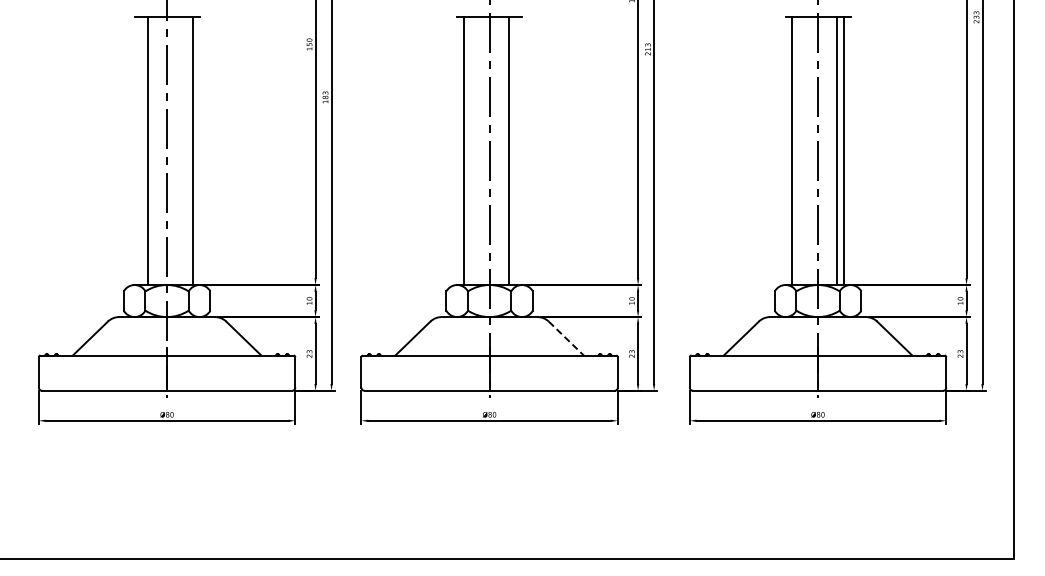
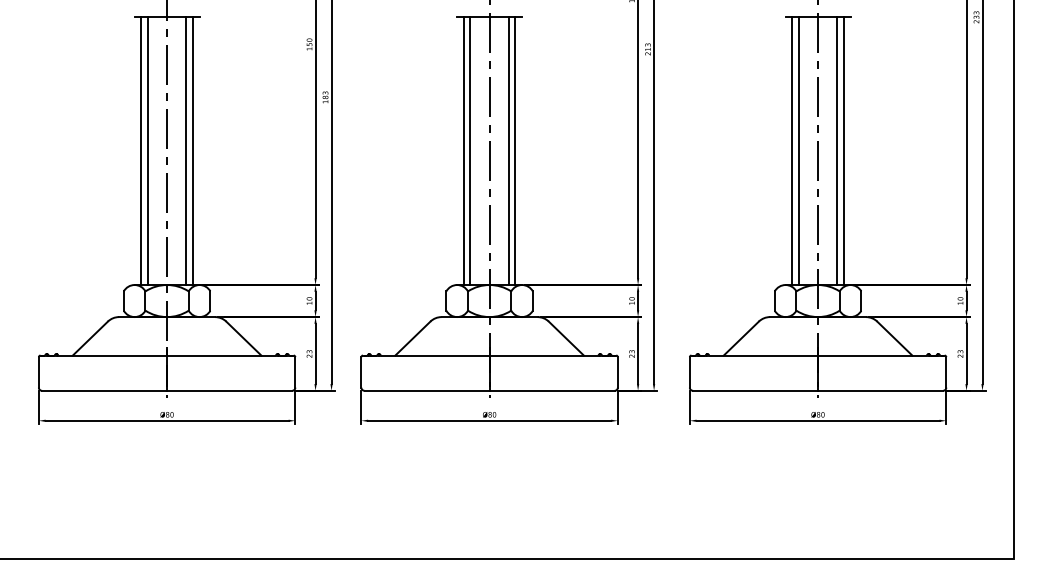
line at (141, 151): none -> present
line at (186, 151): none -> present
line at (470, 151): none -> present
line at (515, 151): none -> present
line at (798, 151): none -> present
line at (566, 338): dashed -> solid
